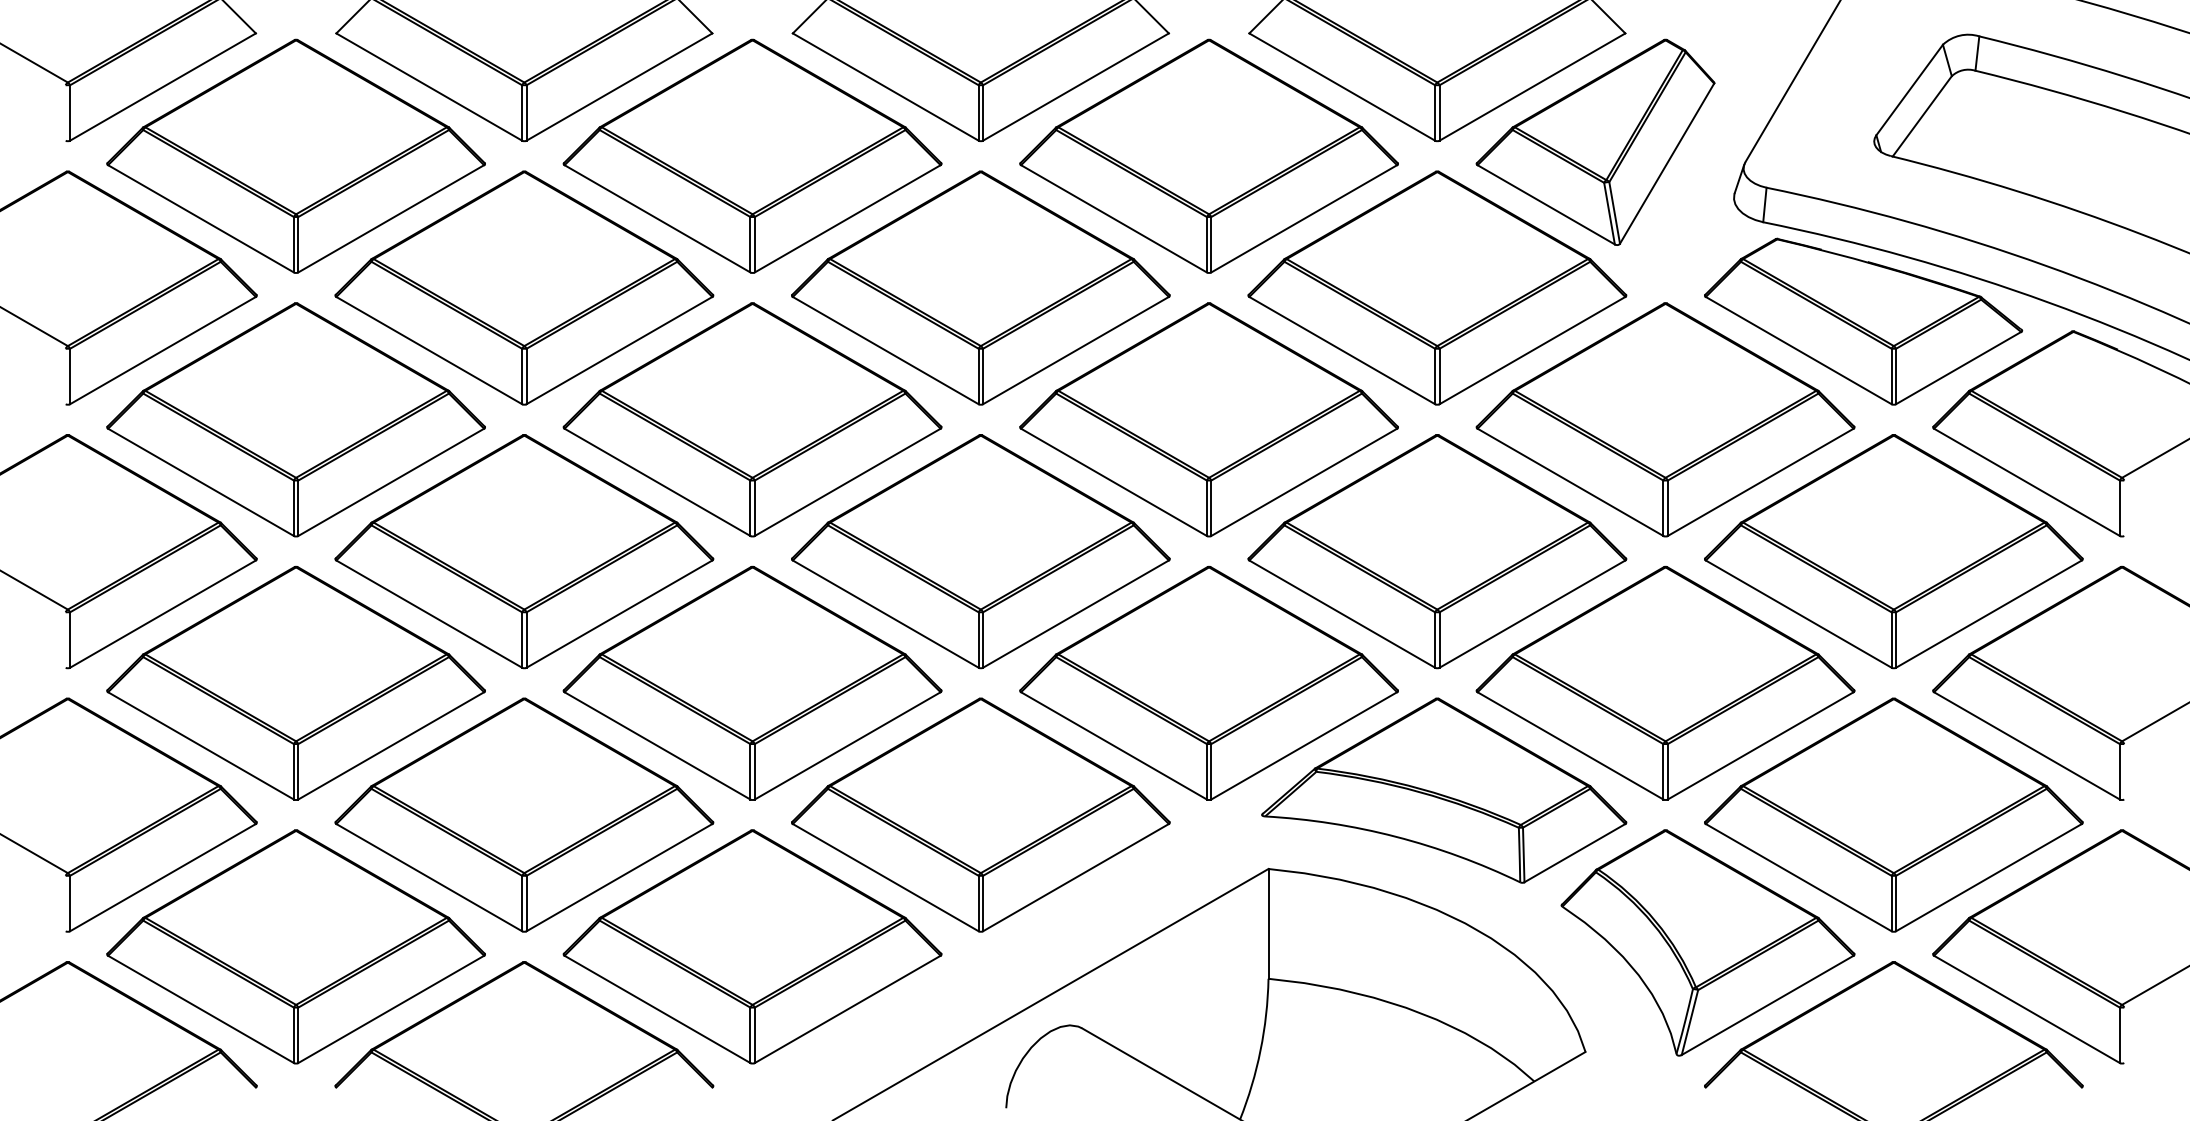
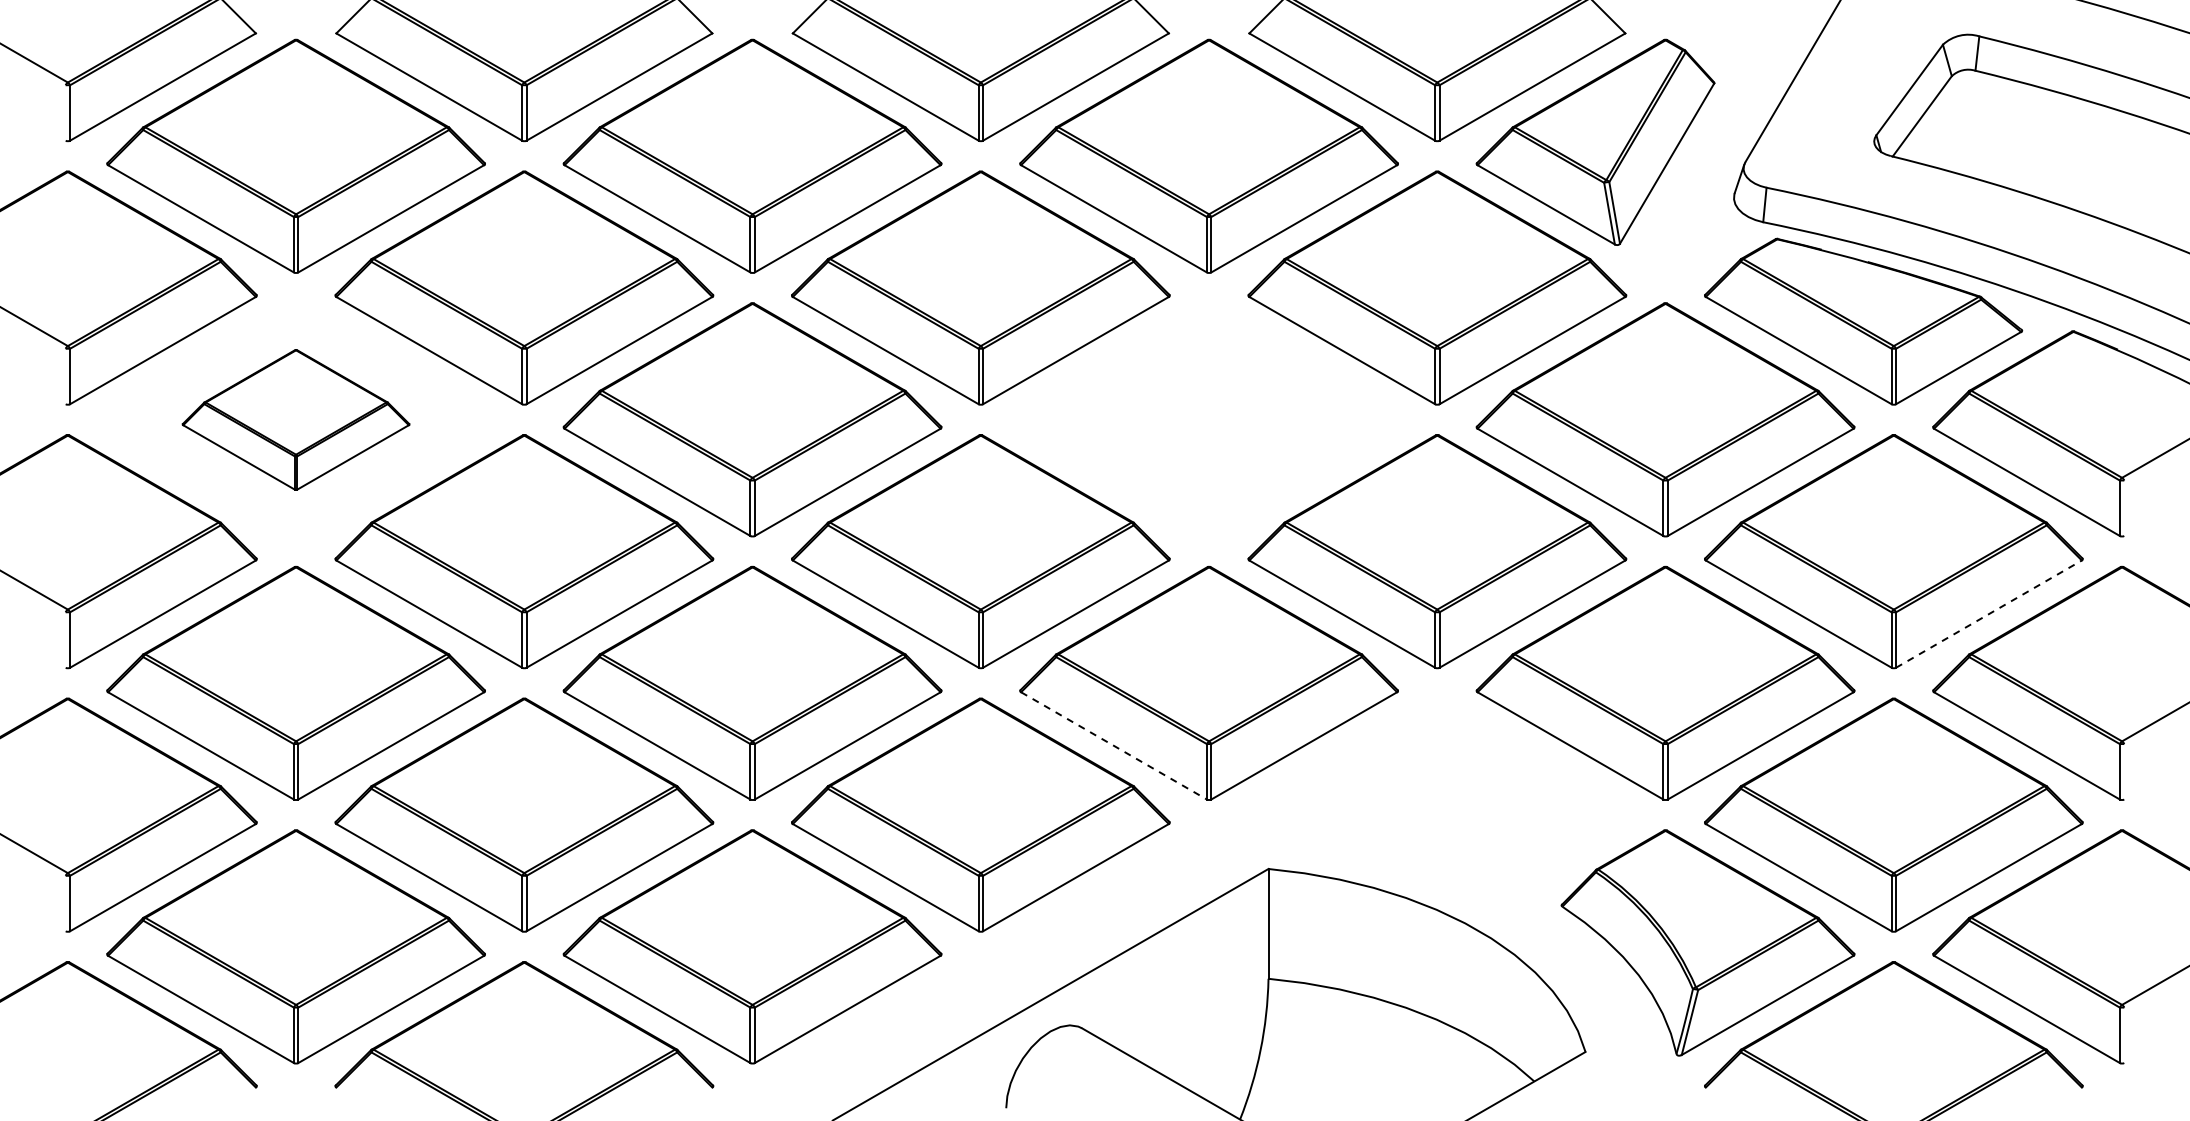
part at (295, 419) size: 380x236 px -> 230x142 px
part at (1208, 419): present -> none
line at (1989, 613): solid -> dashed
line at (1114, 746): solid -> dashed
part at (1444, 790): present -> none
